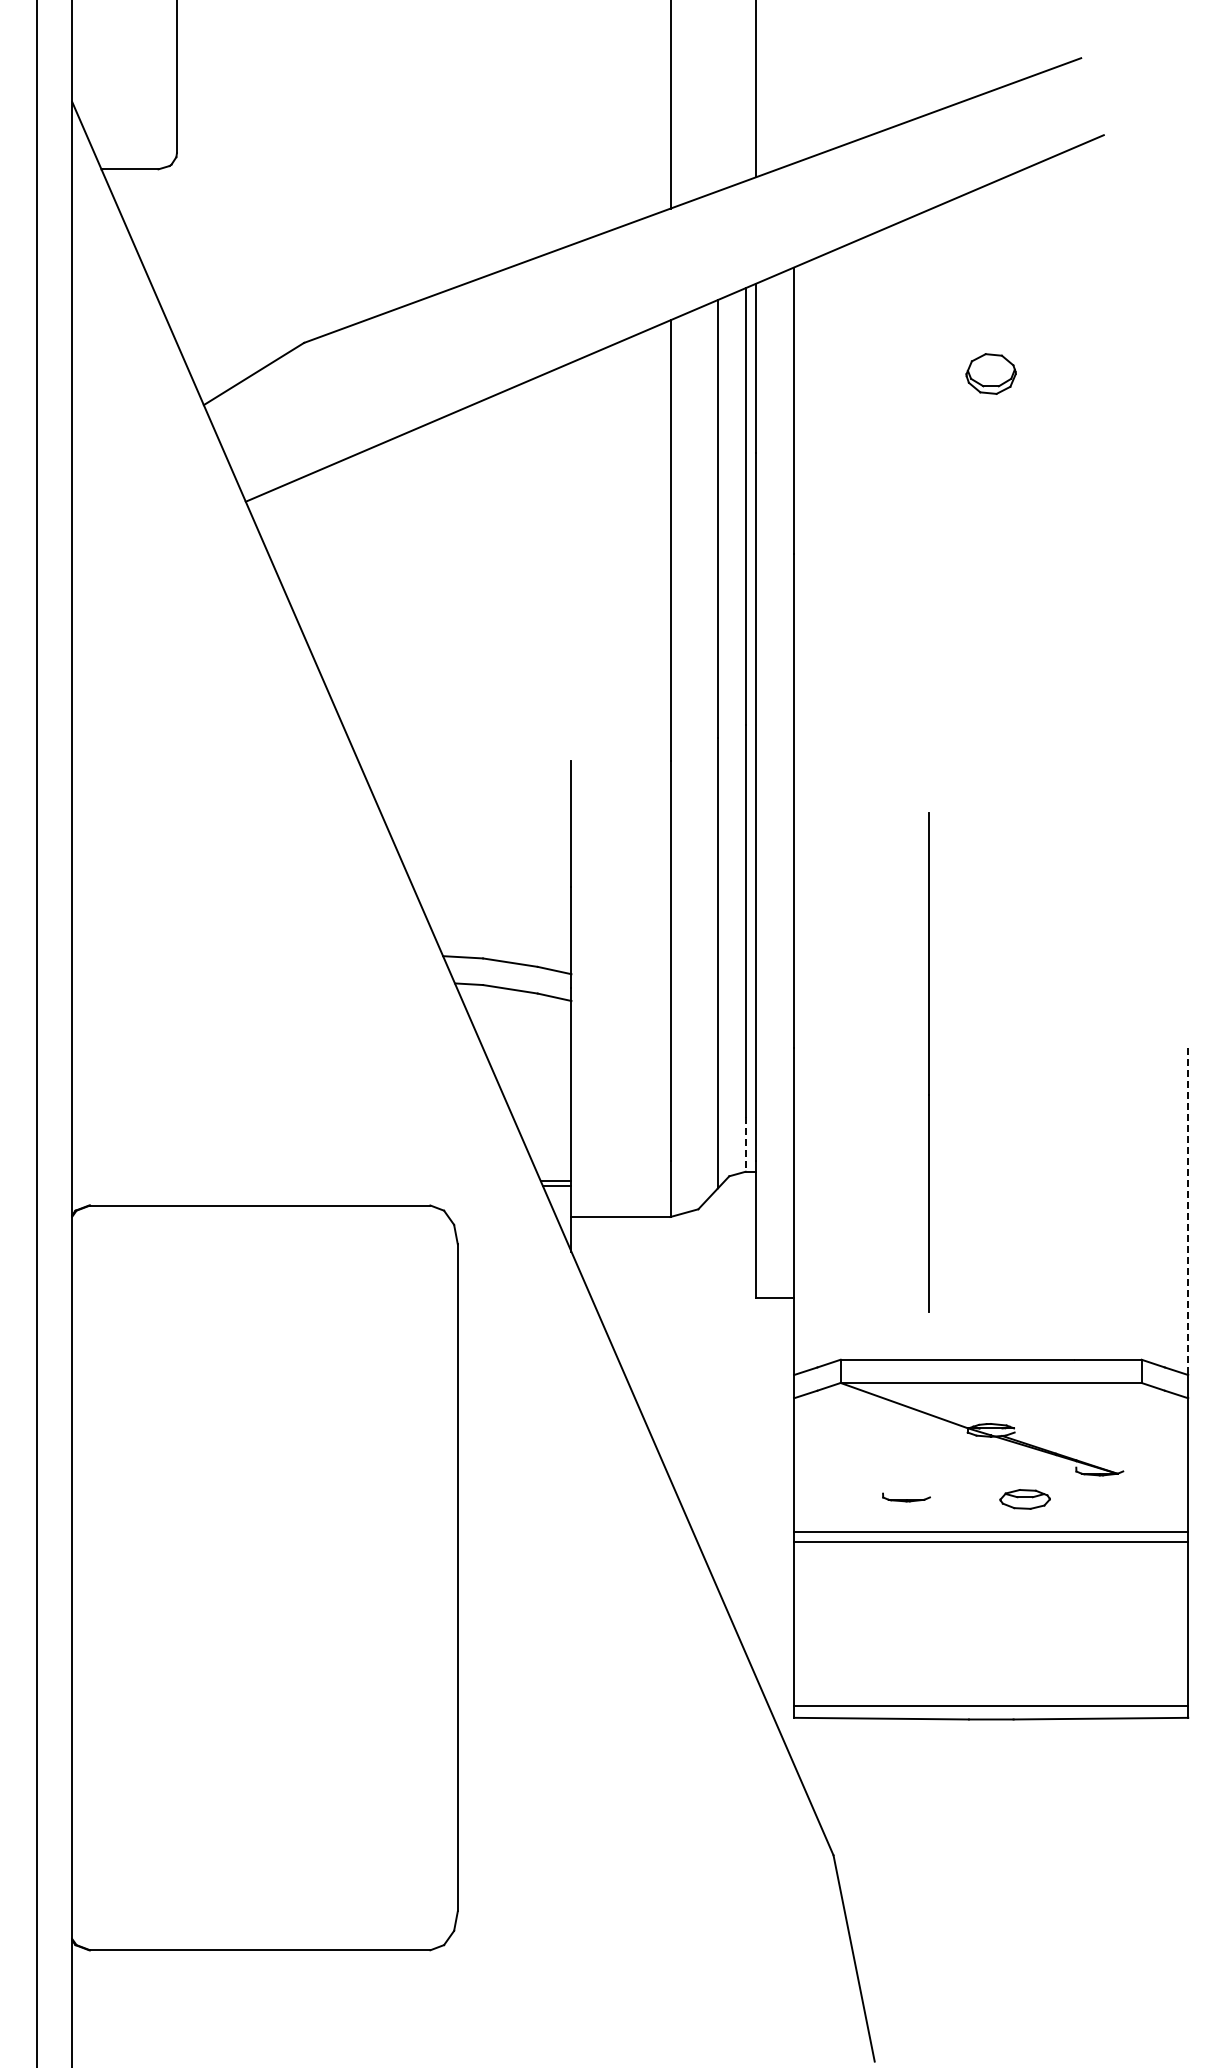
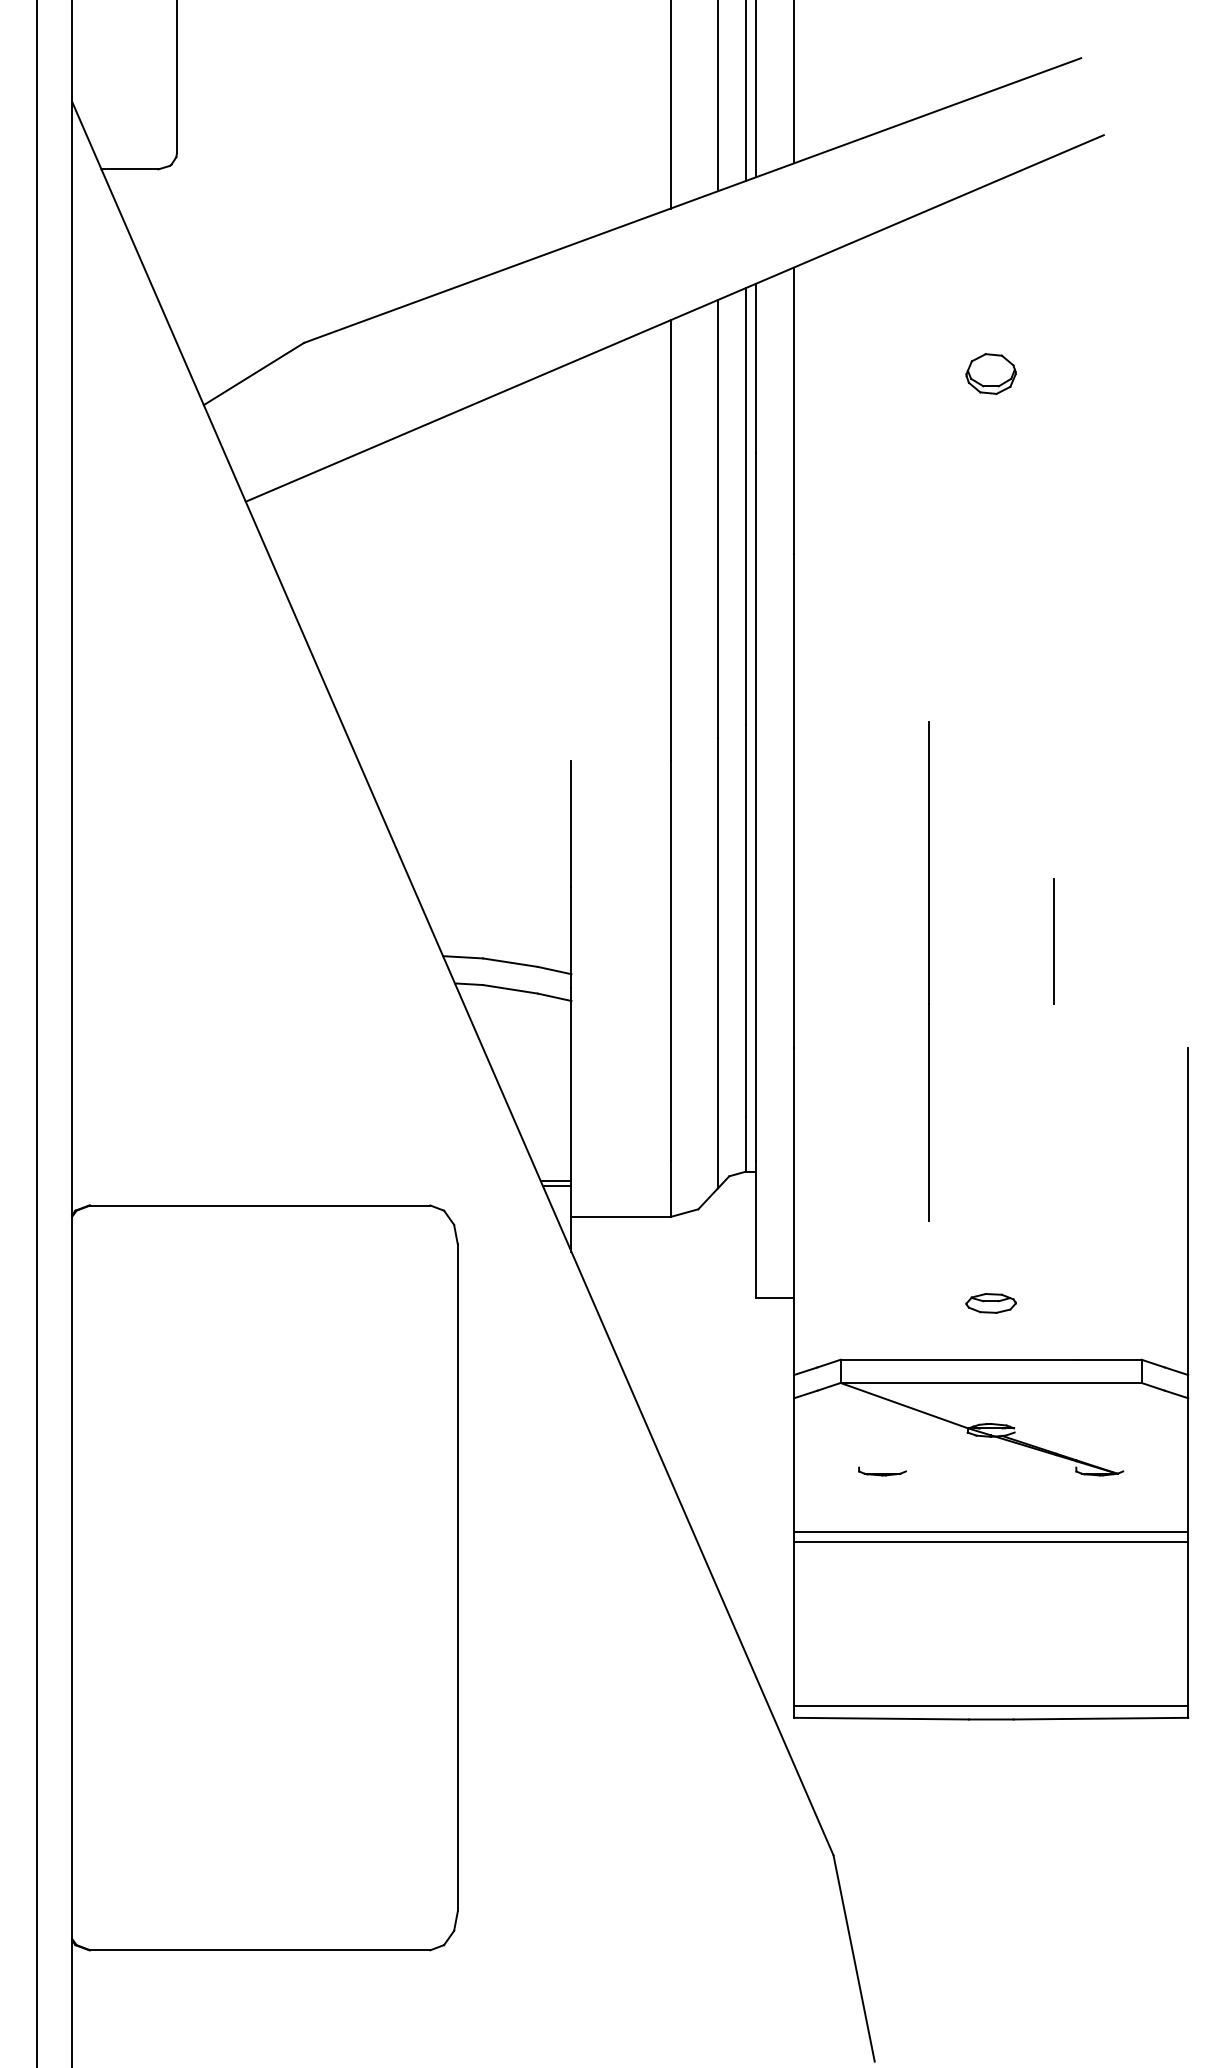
line at (794, 82): none -> present
line at (745, 91): none -> present
line at (717, 96): none -> present
line at (1053, 941): none -> present
line at (928, 1062) position: (928, 1062) -> (928, 971)
line at (745, 1144): dashed -> solid
line at (1188, 1211): dashed -> solid
part at (906, 1497) position: (906, 1497) -> (882, 1471)
part at (1024, 1499) position: (1024, 1499) -> (990, 1303)
